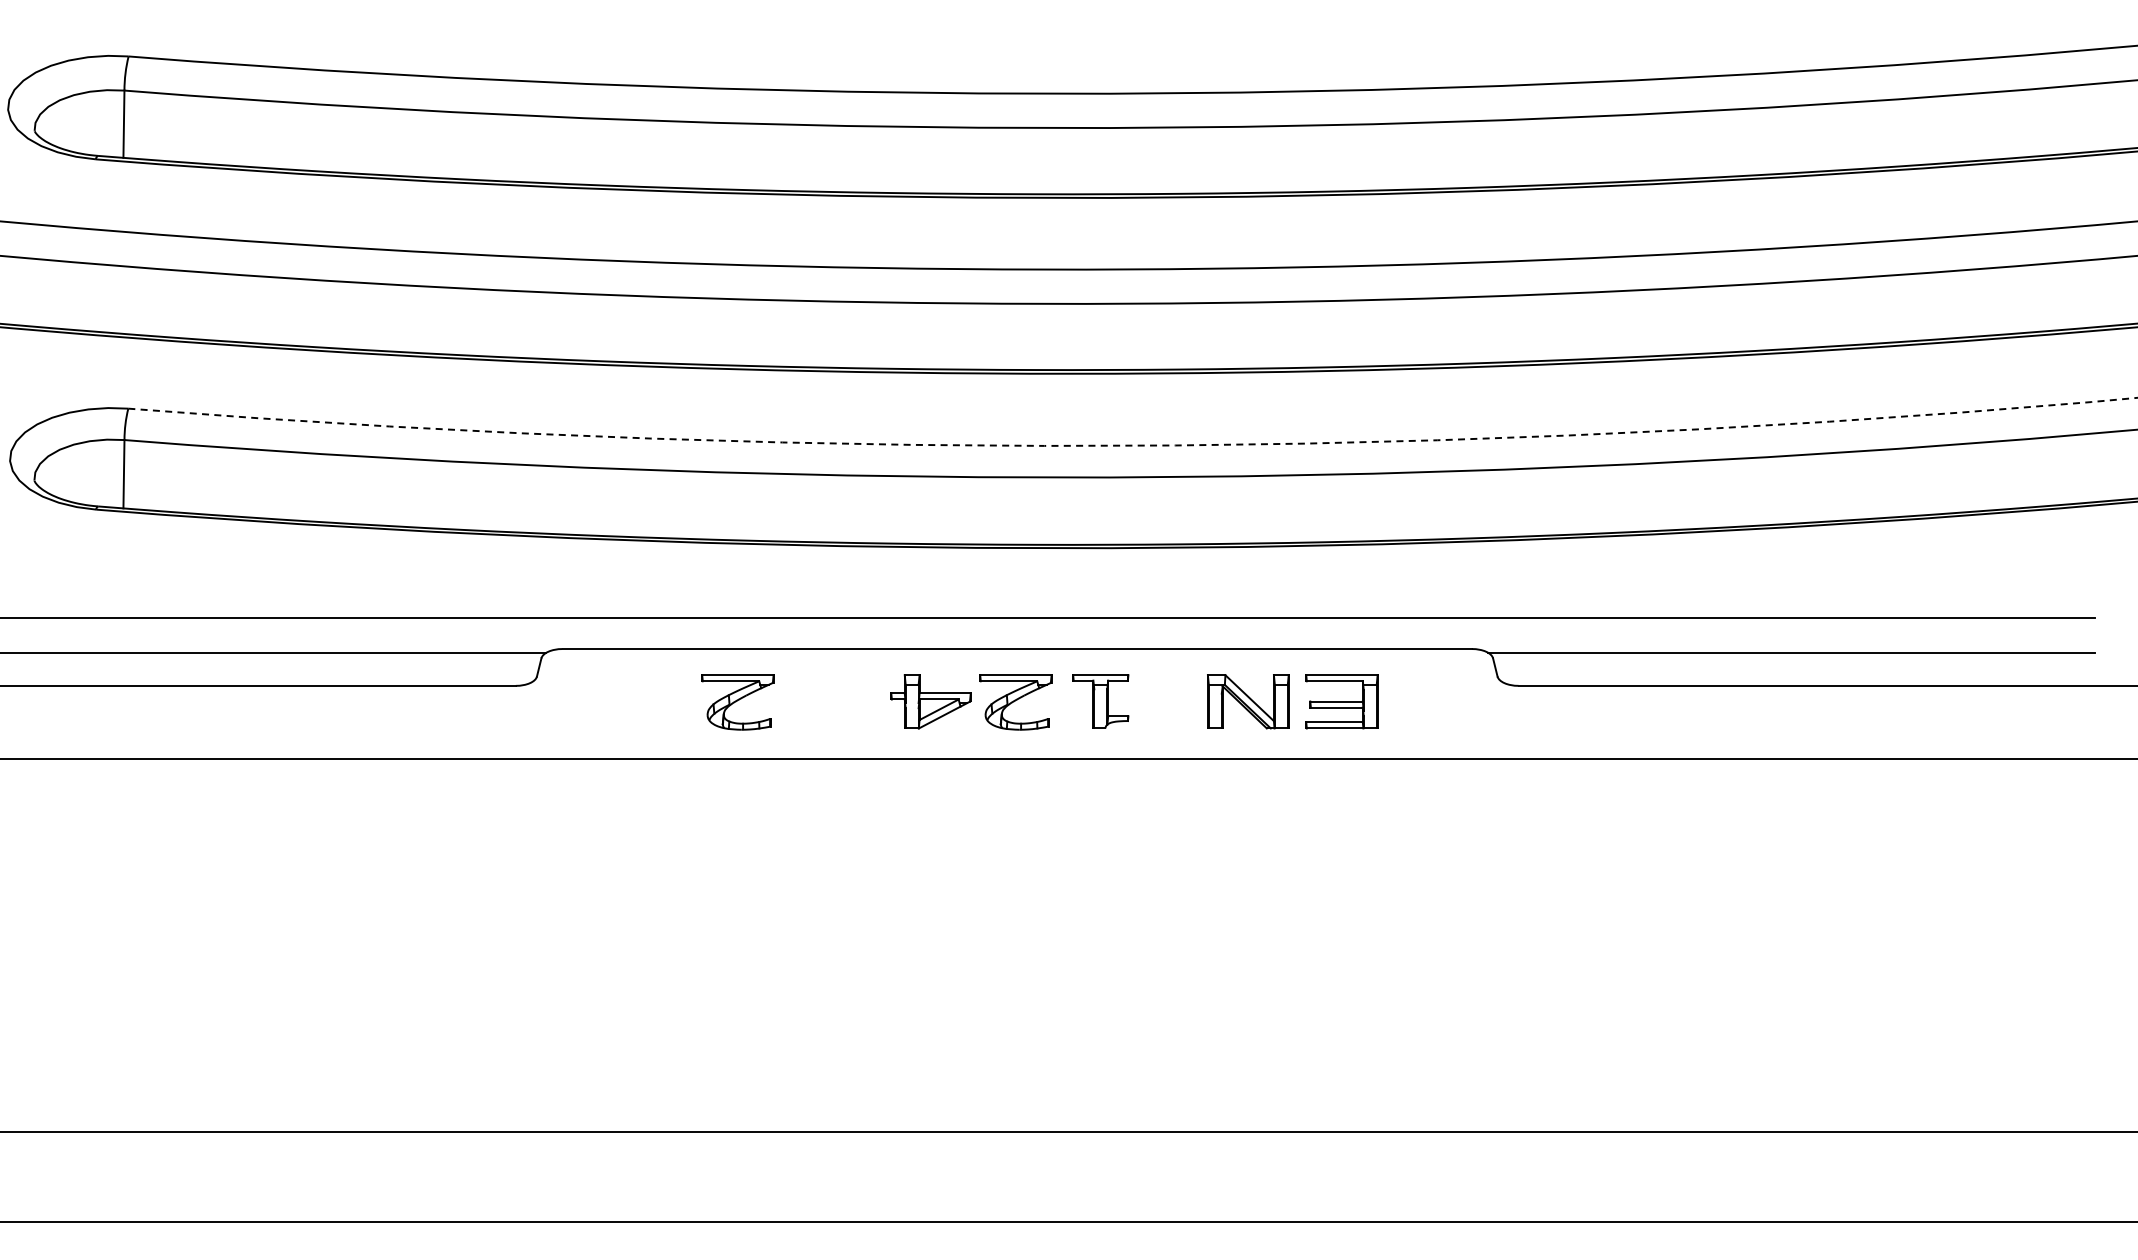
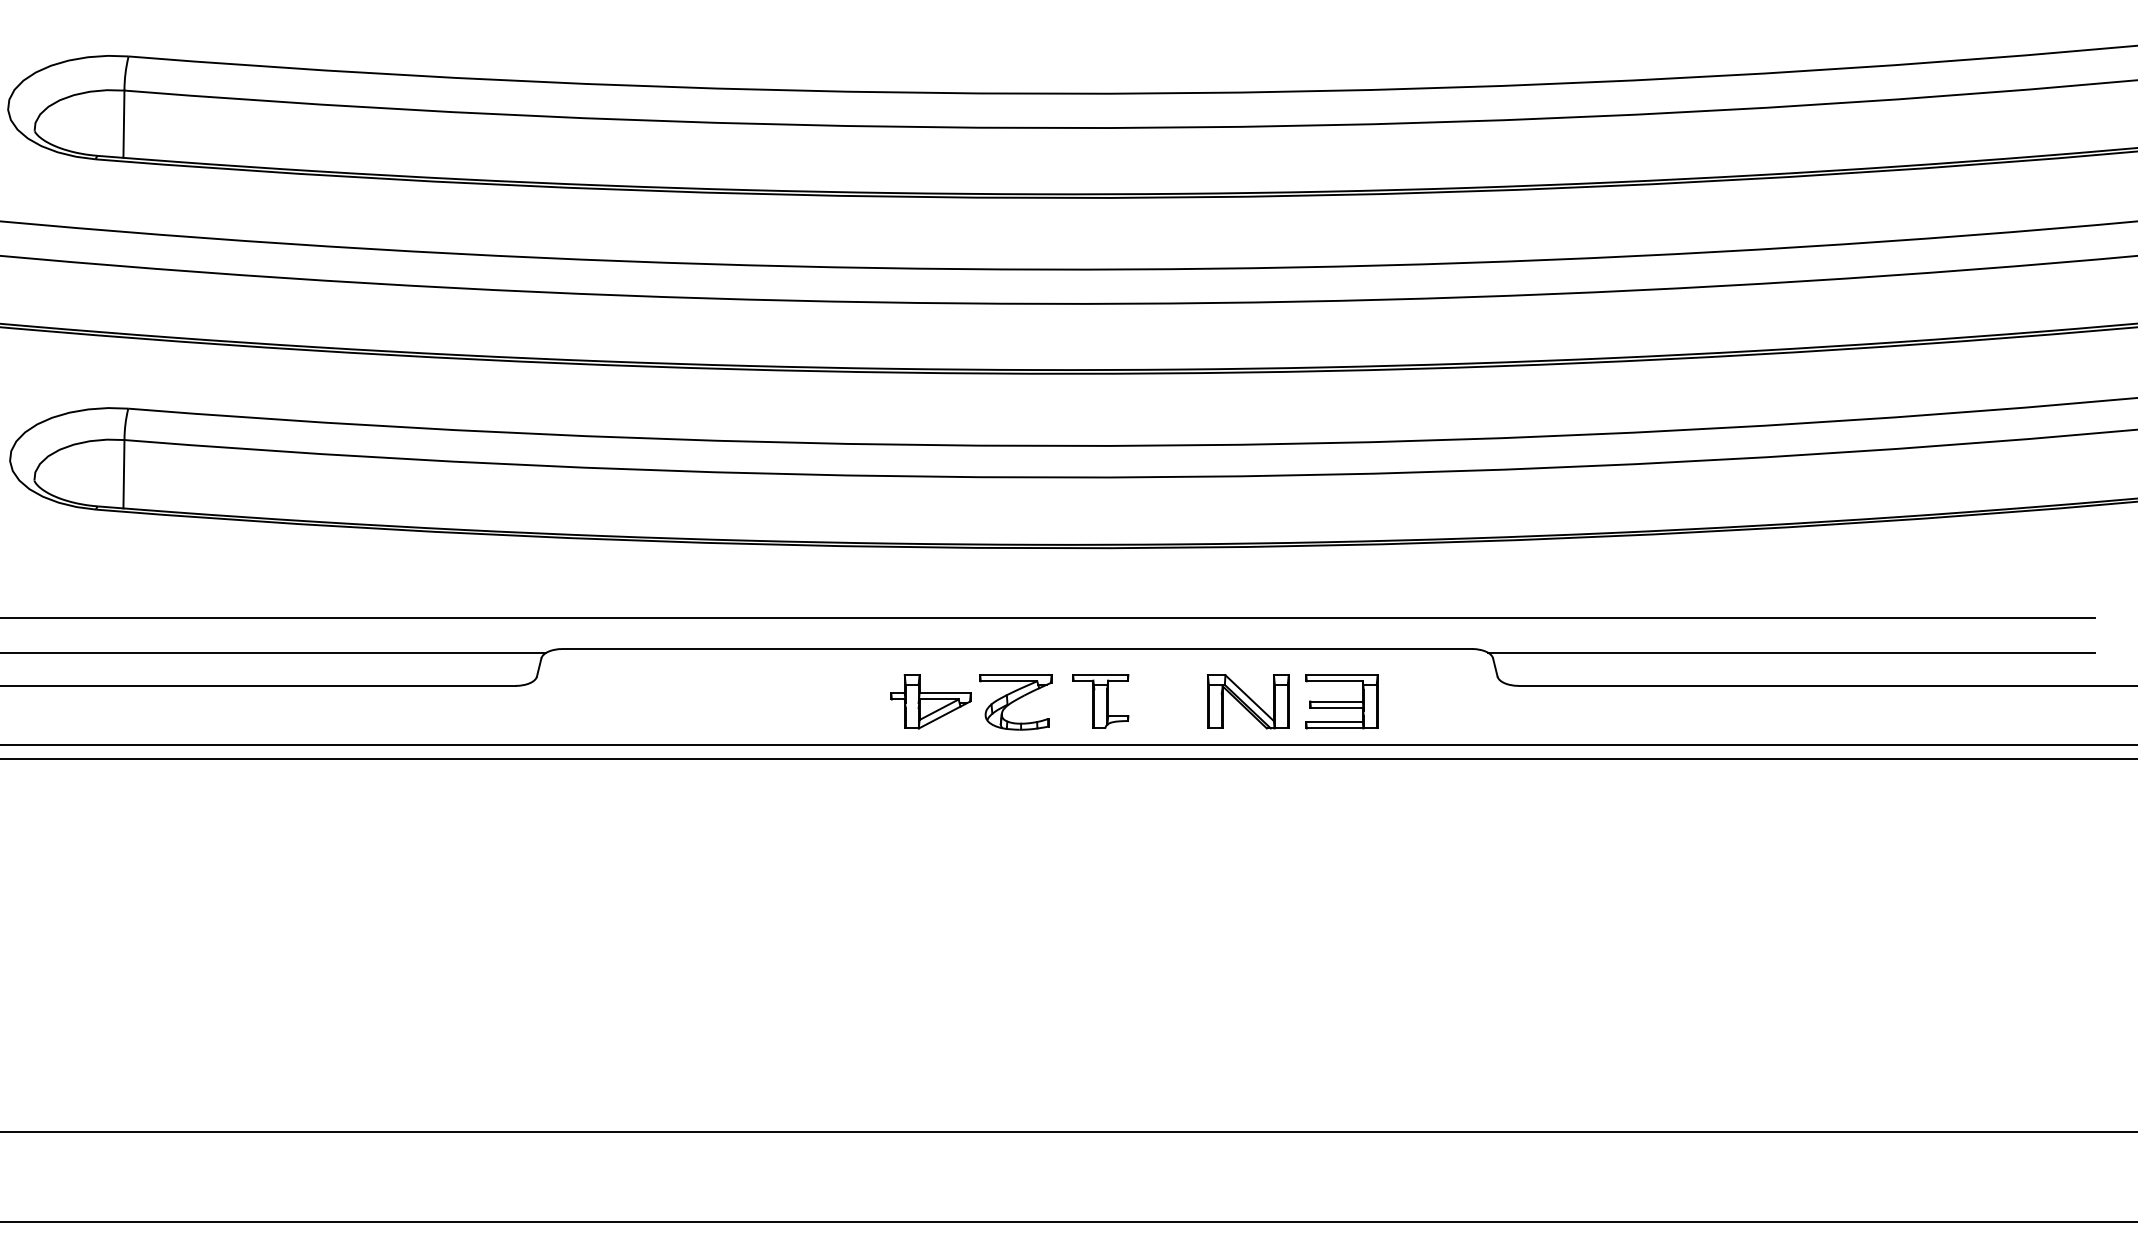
arc at (1133, 445): dashed -> solid
part at (737, 702): present -> none
line at (1068, 744): none -> present
